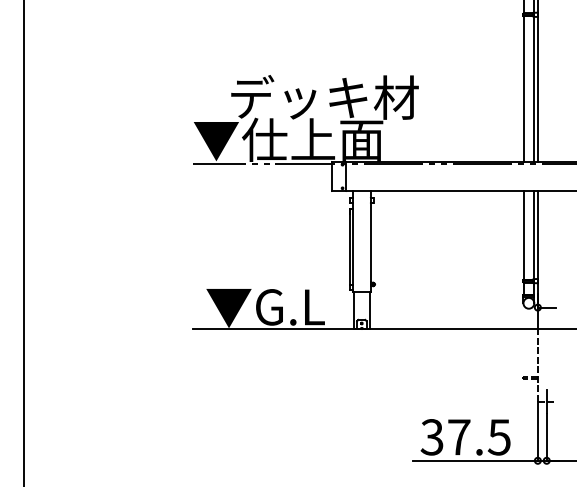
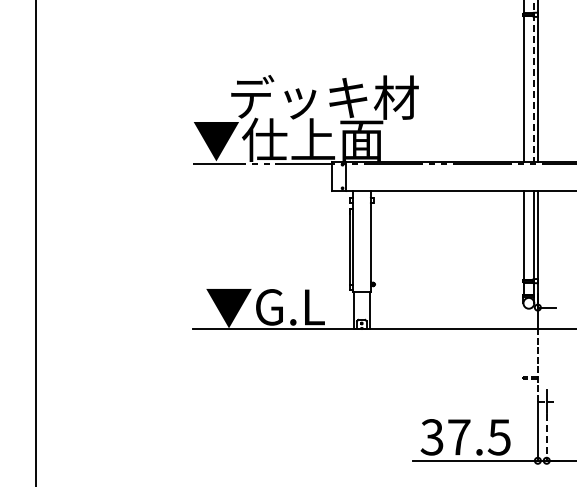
line at (533, 81): solid -> dashed
line at (24, 242) position: (24, 242) -> (36, 242)
line at (546, 437): solid -> dashed
